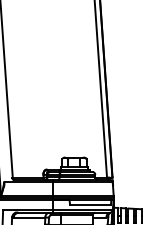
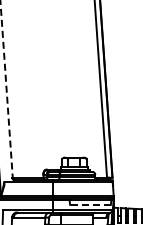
line at (6, 89): solid -> dashed
line at (89, 204): solid -> dashed
